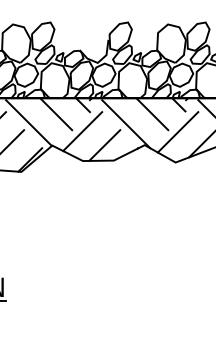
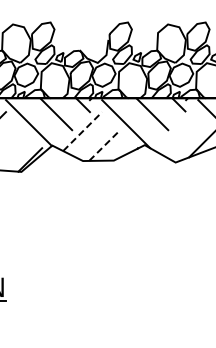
line at (82, 131): solid -> dashed
line at (177, 132): present -> none
line at (13, 140): present -> none
line at (104, 145): solid -> dashed
